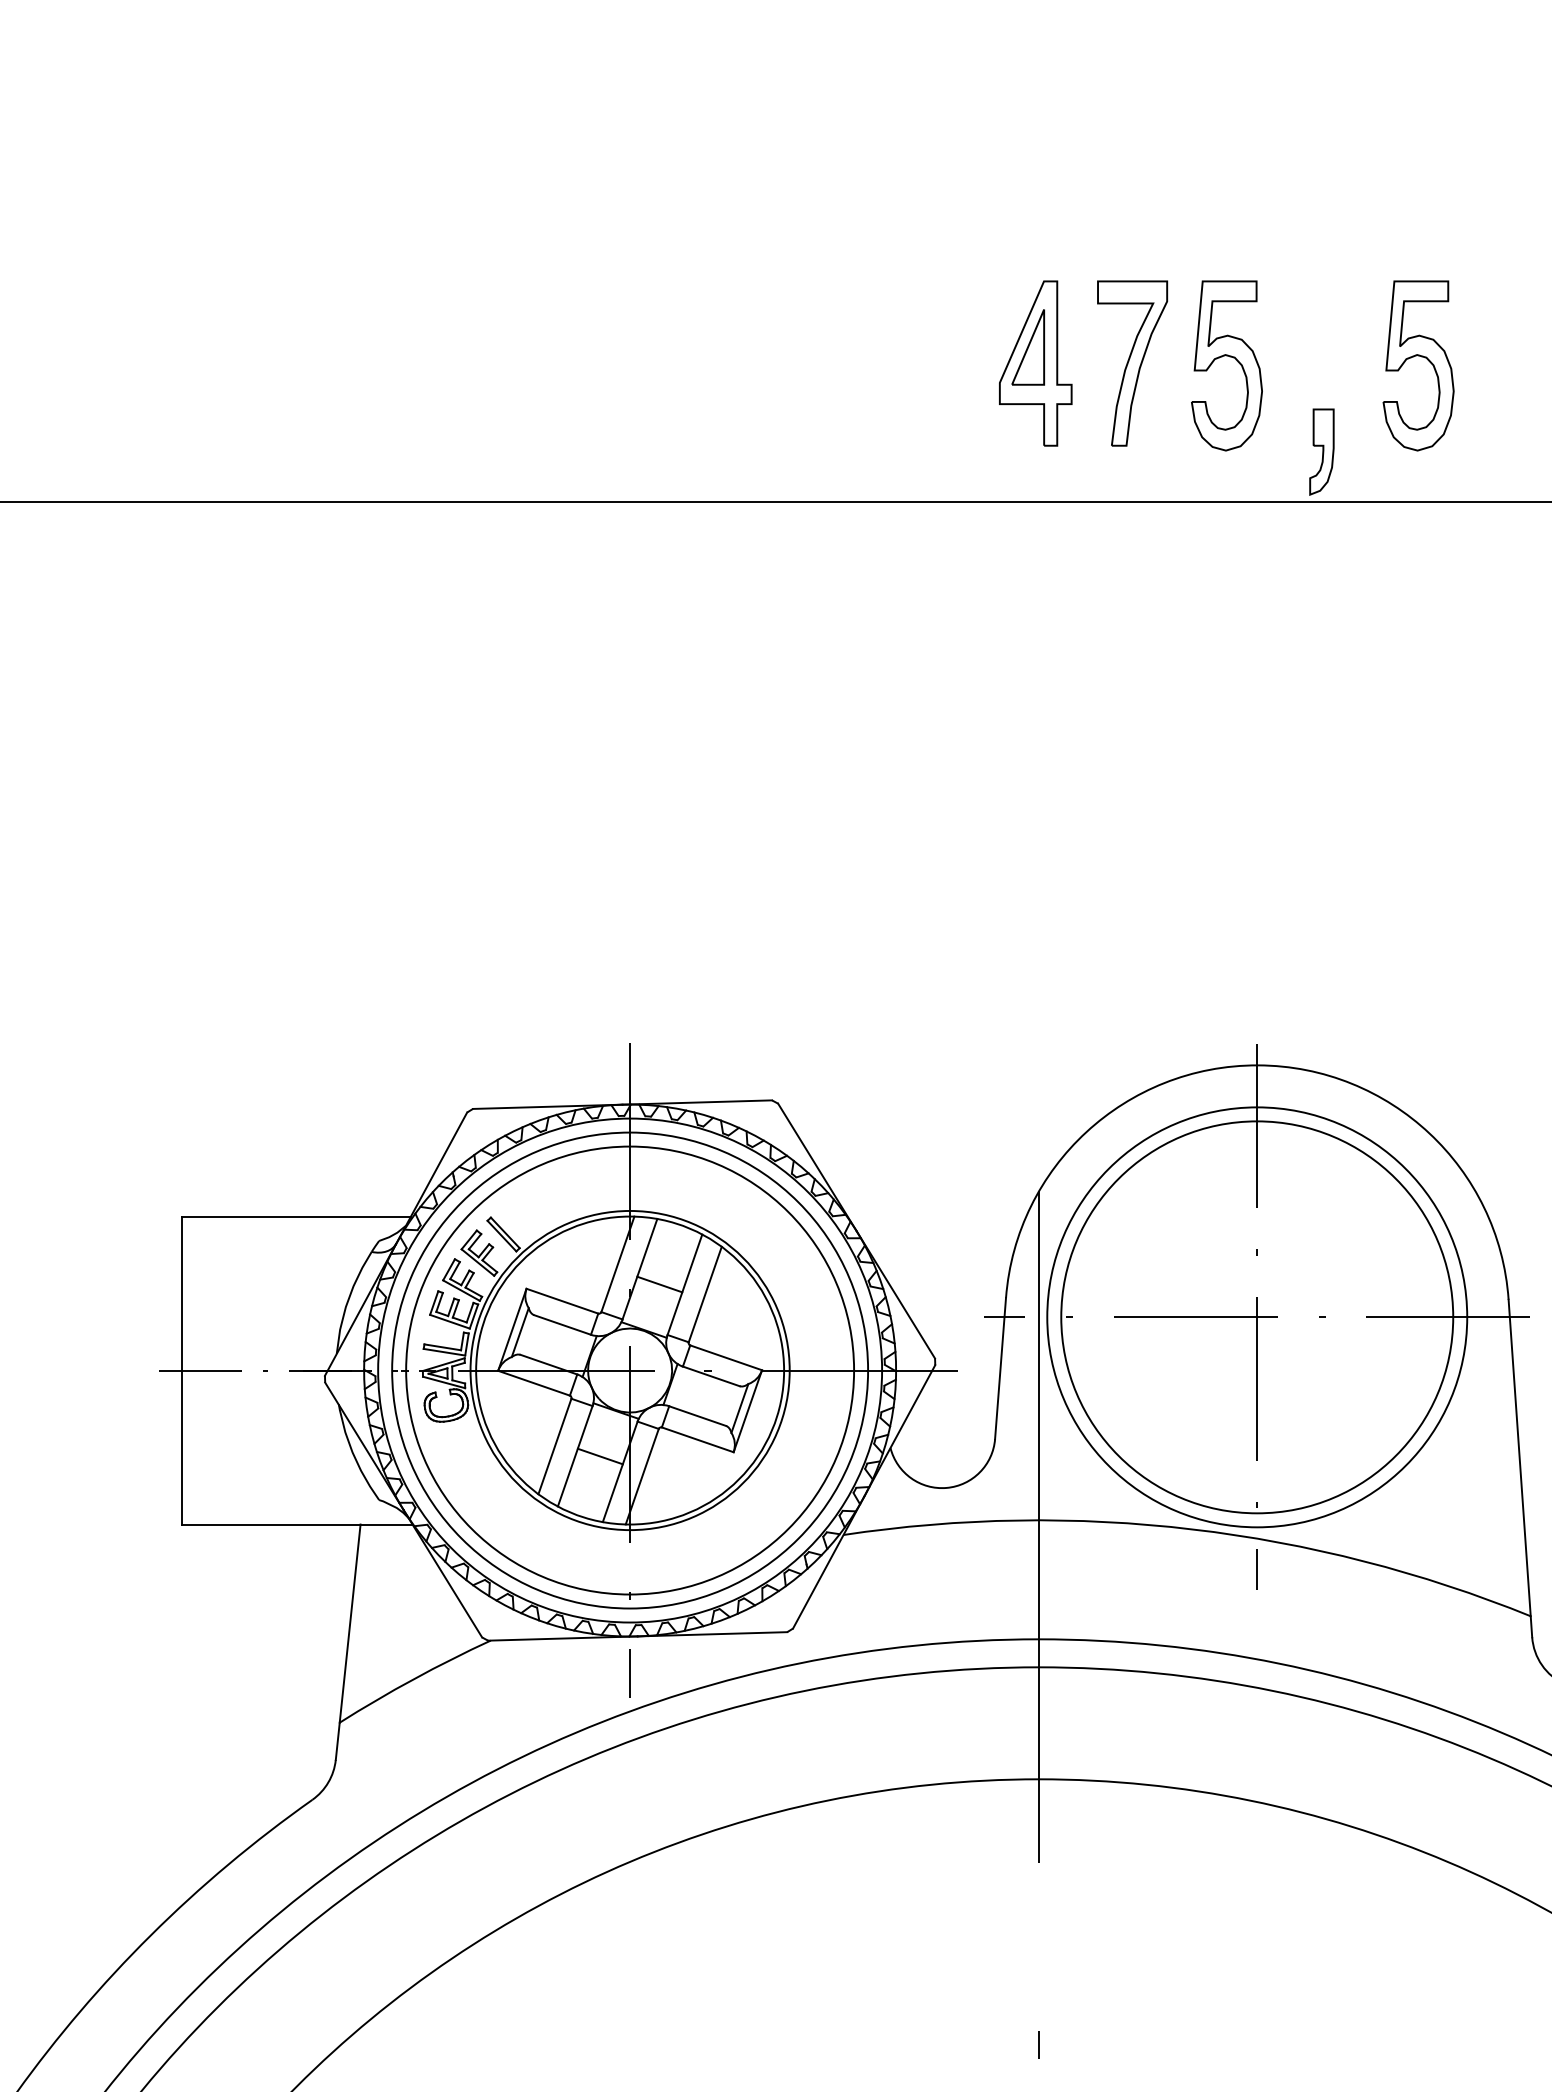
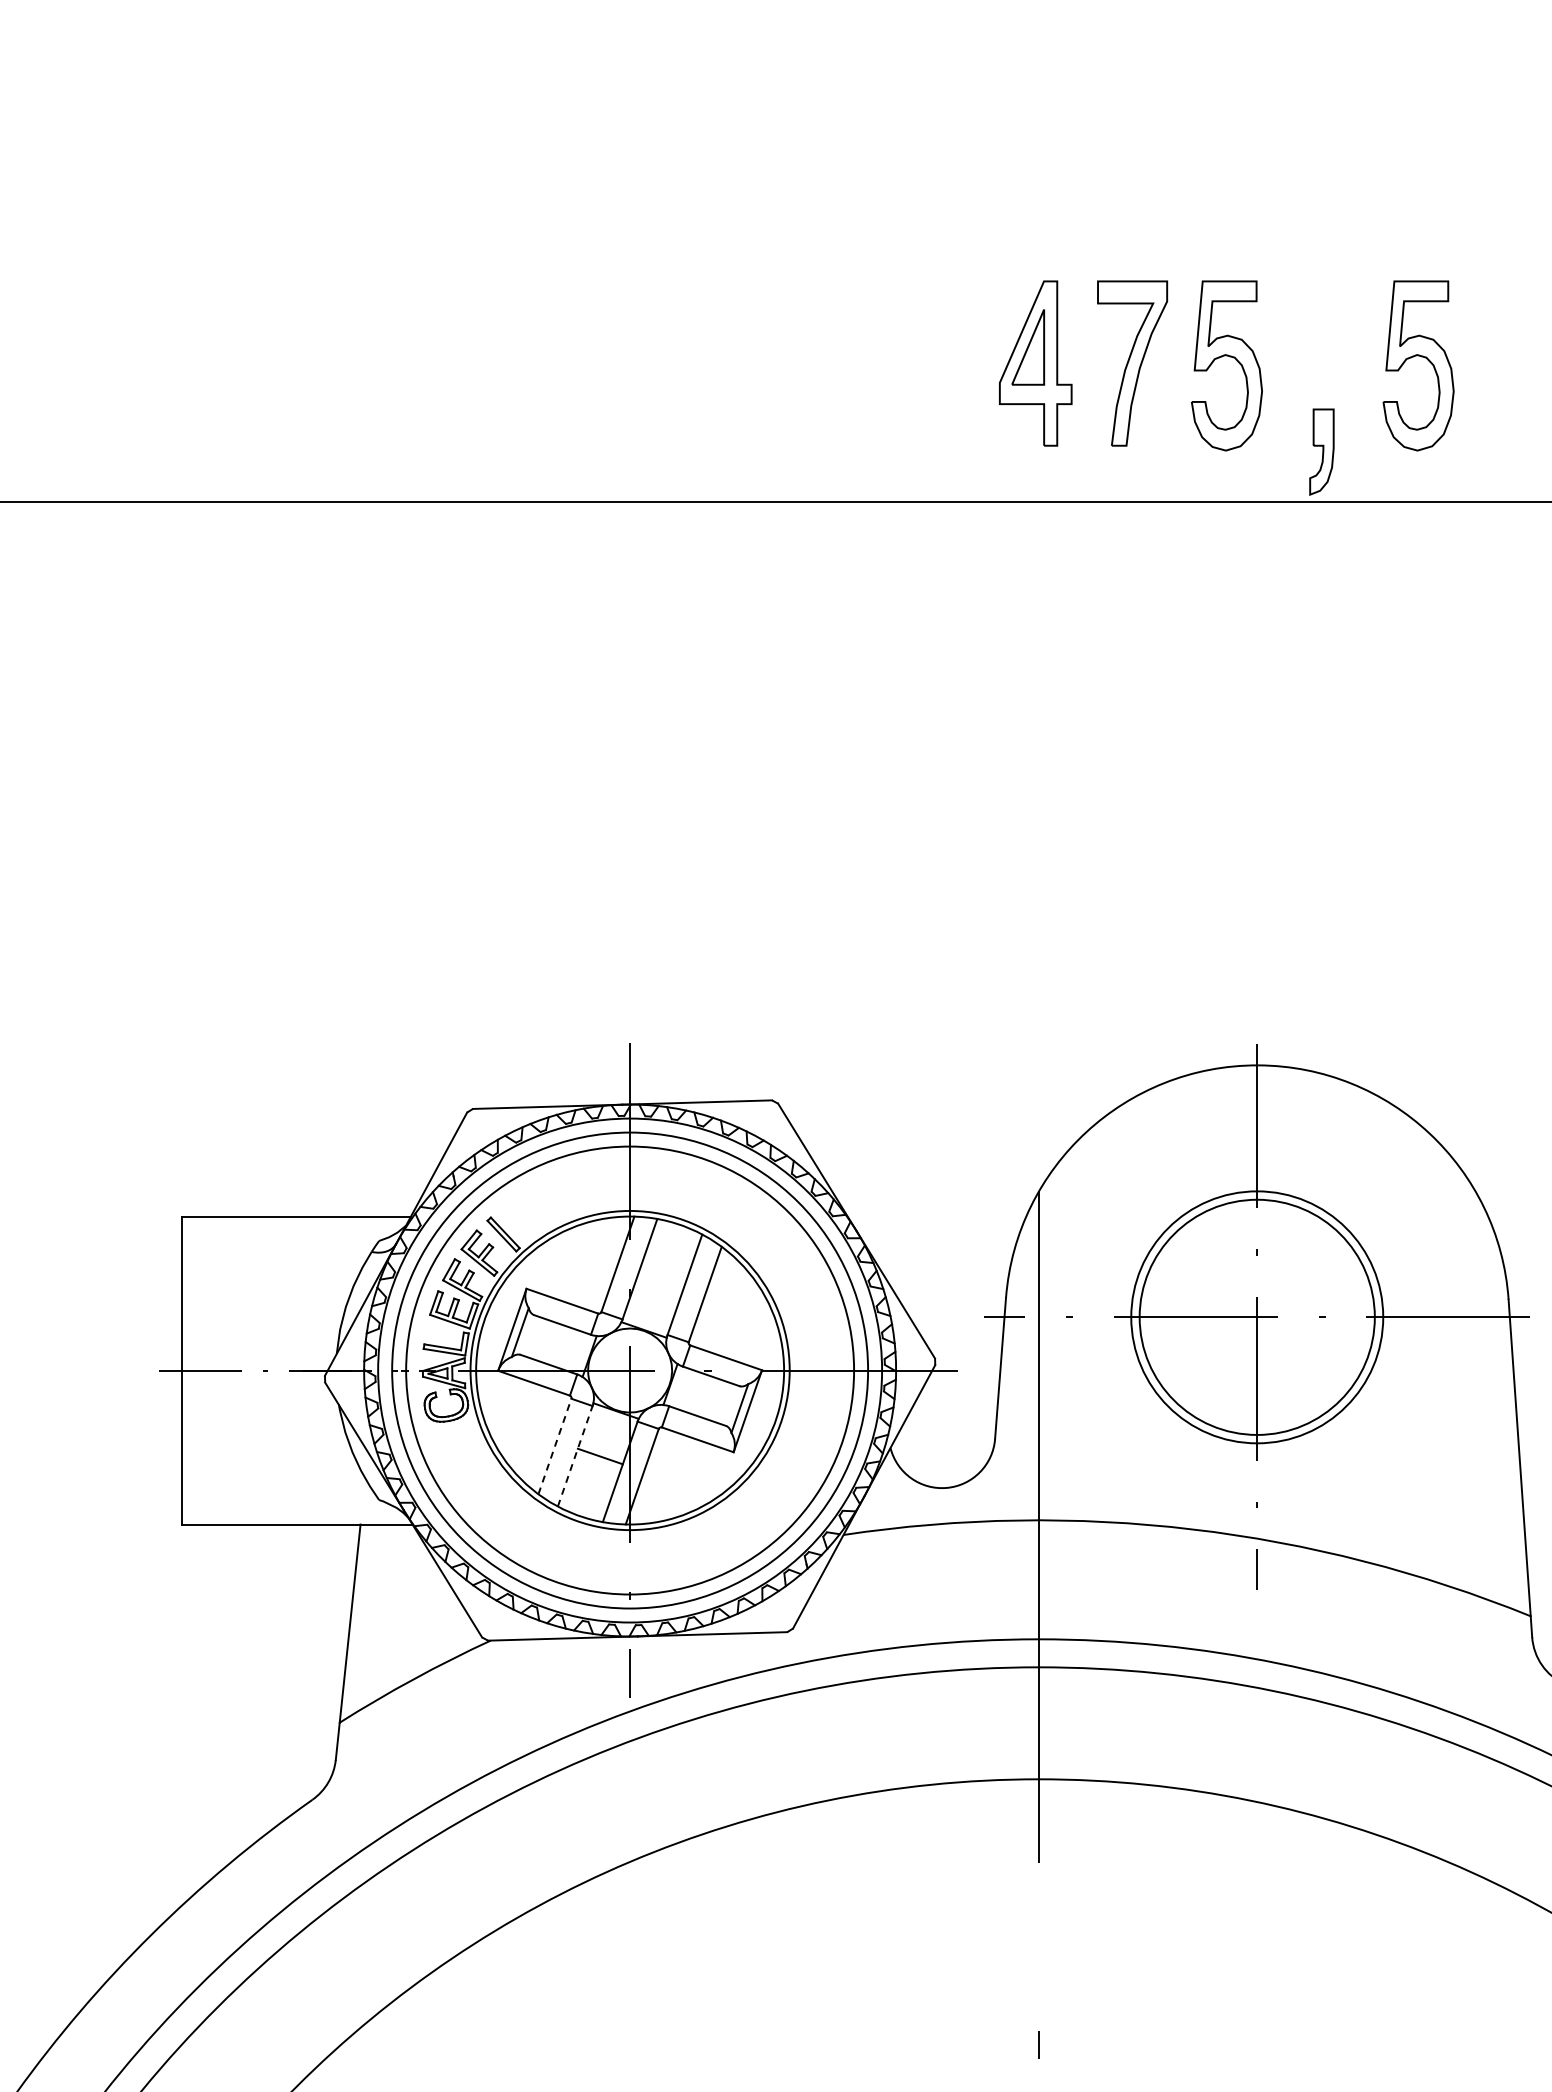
line at (659, 1284): present -> none
circle at (1257, 1317) diameter: 392 px -> 235 px
circle at (1257, 1317) diameter: 420 px -> 252 px
line at (554, 1446): solid -> dashed
line at (575, 1455): solid -> dashed
